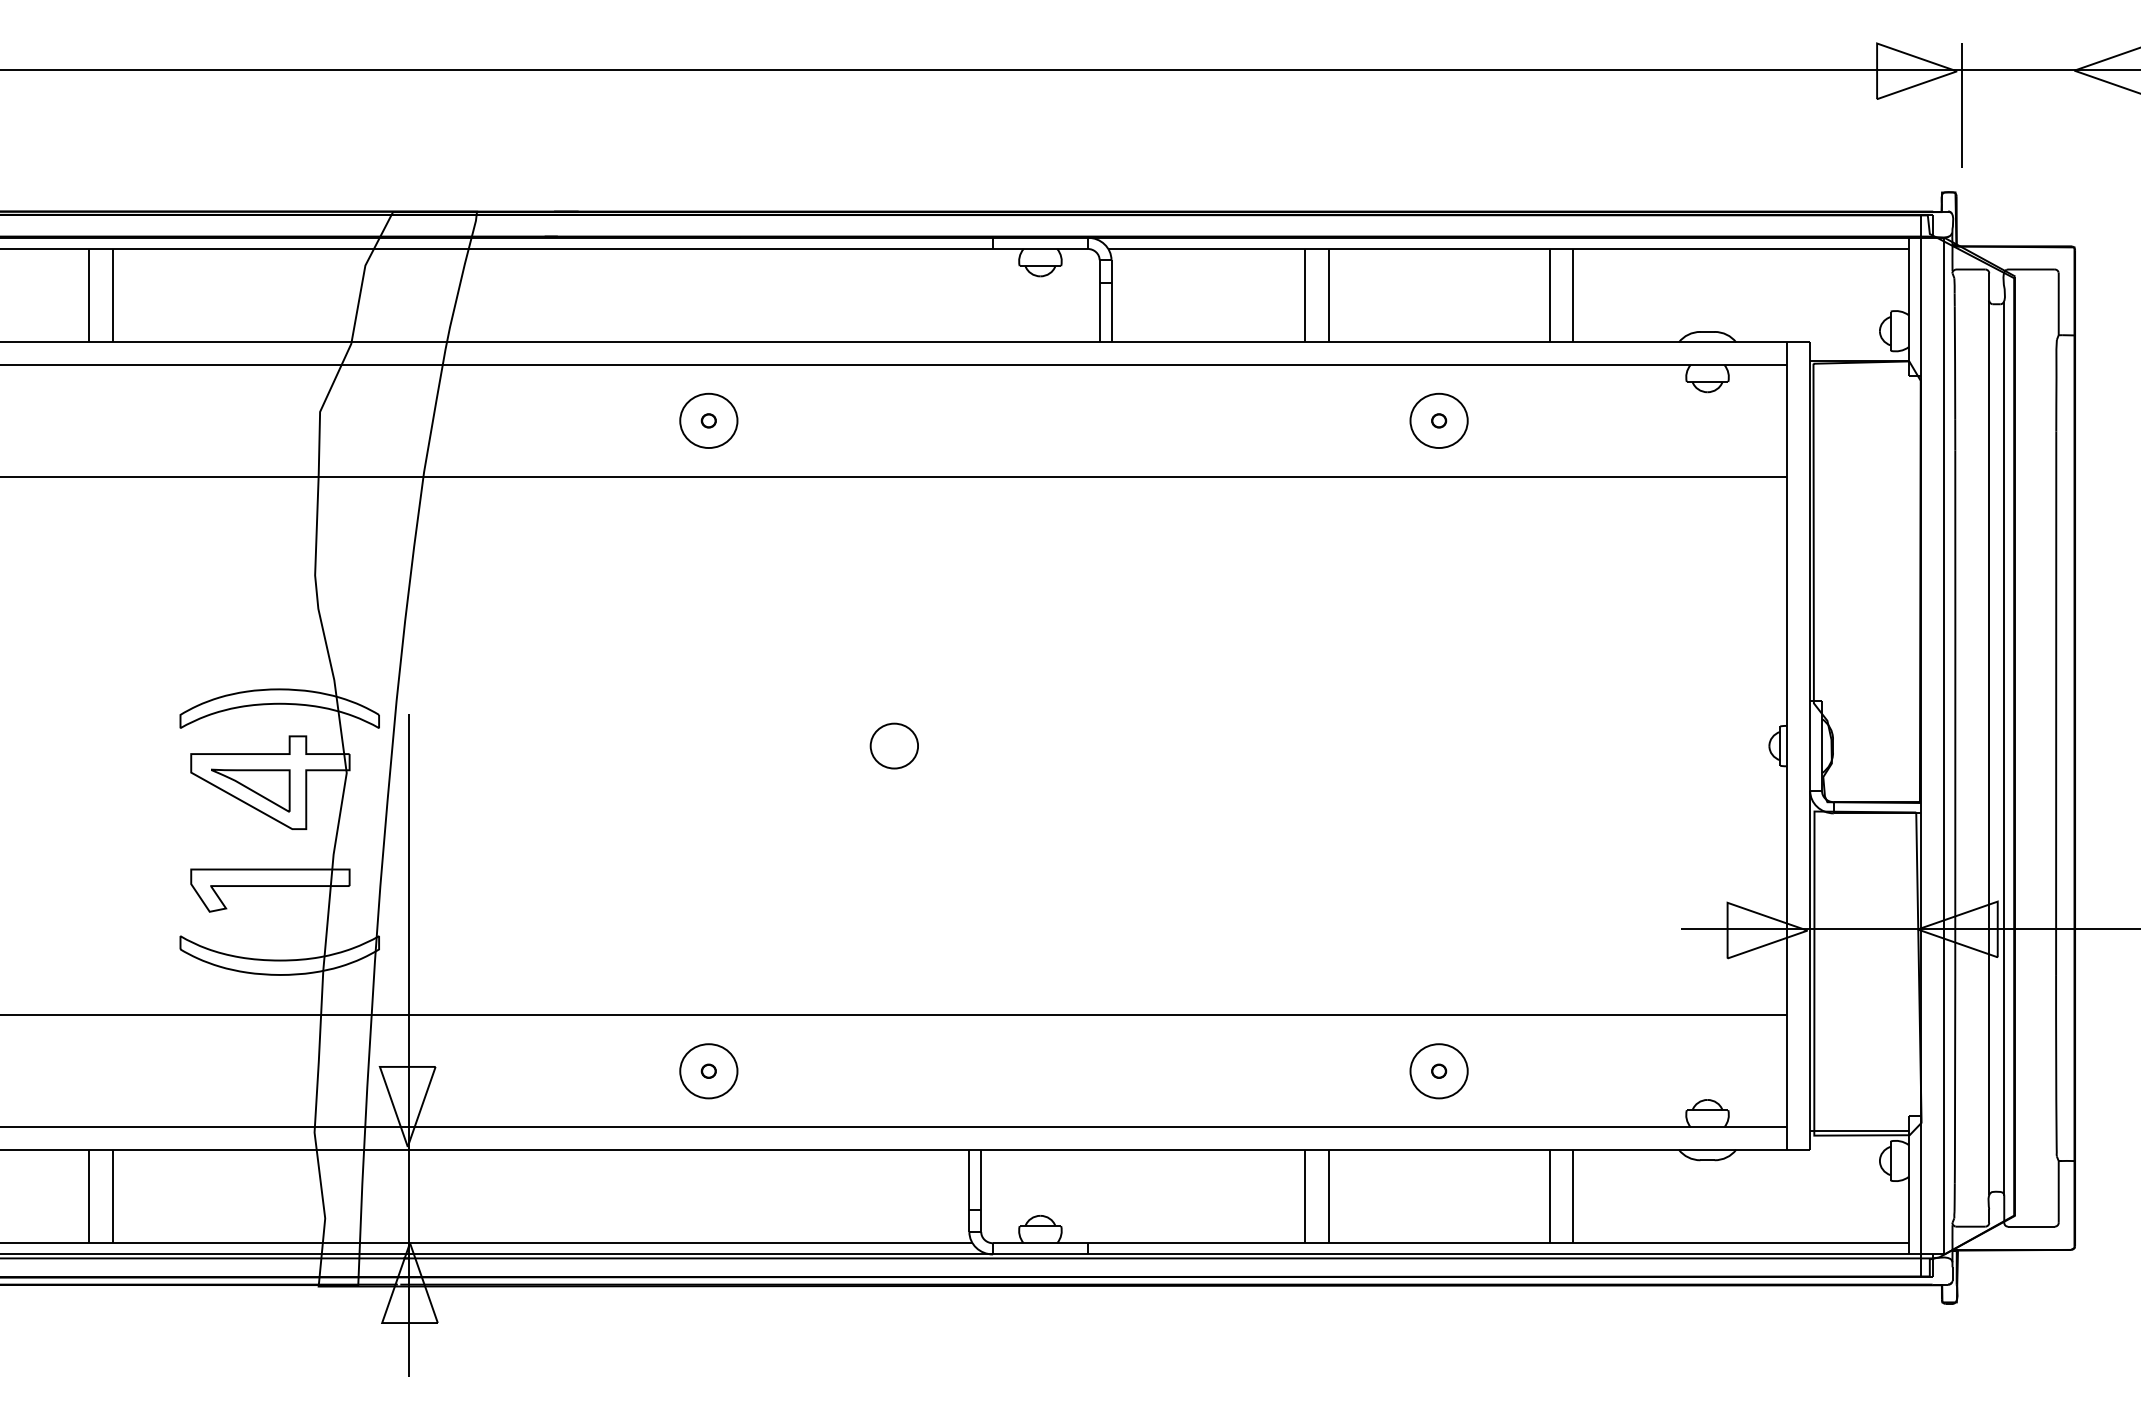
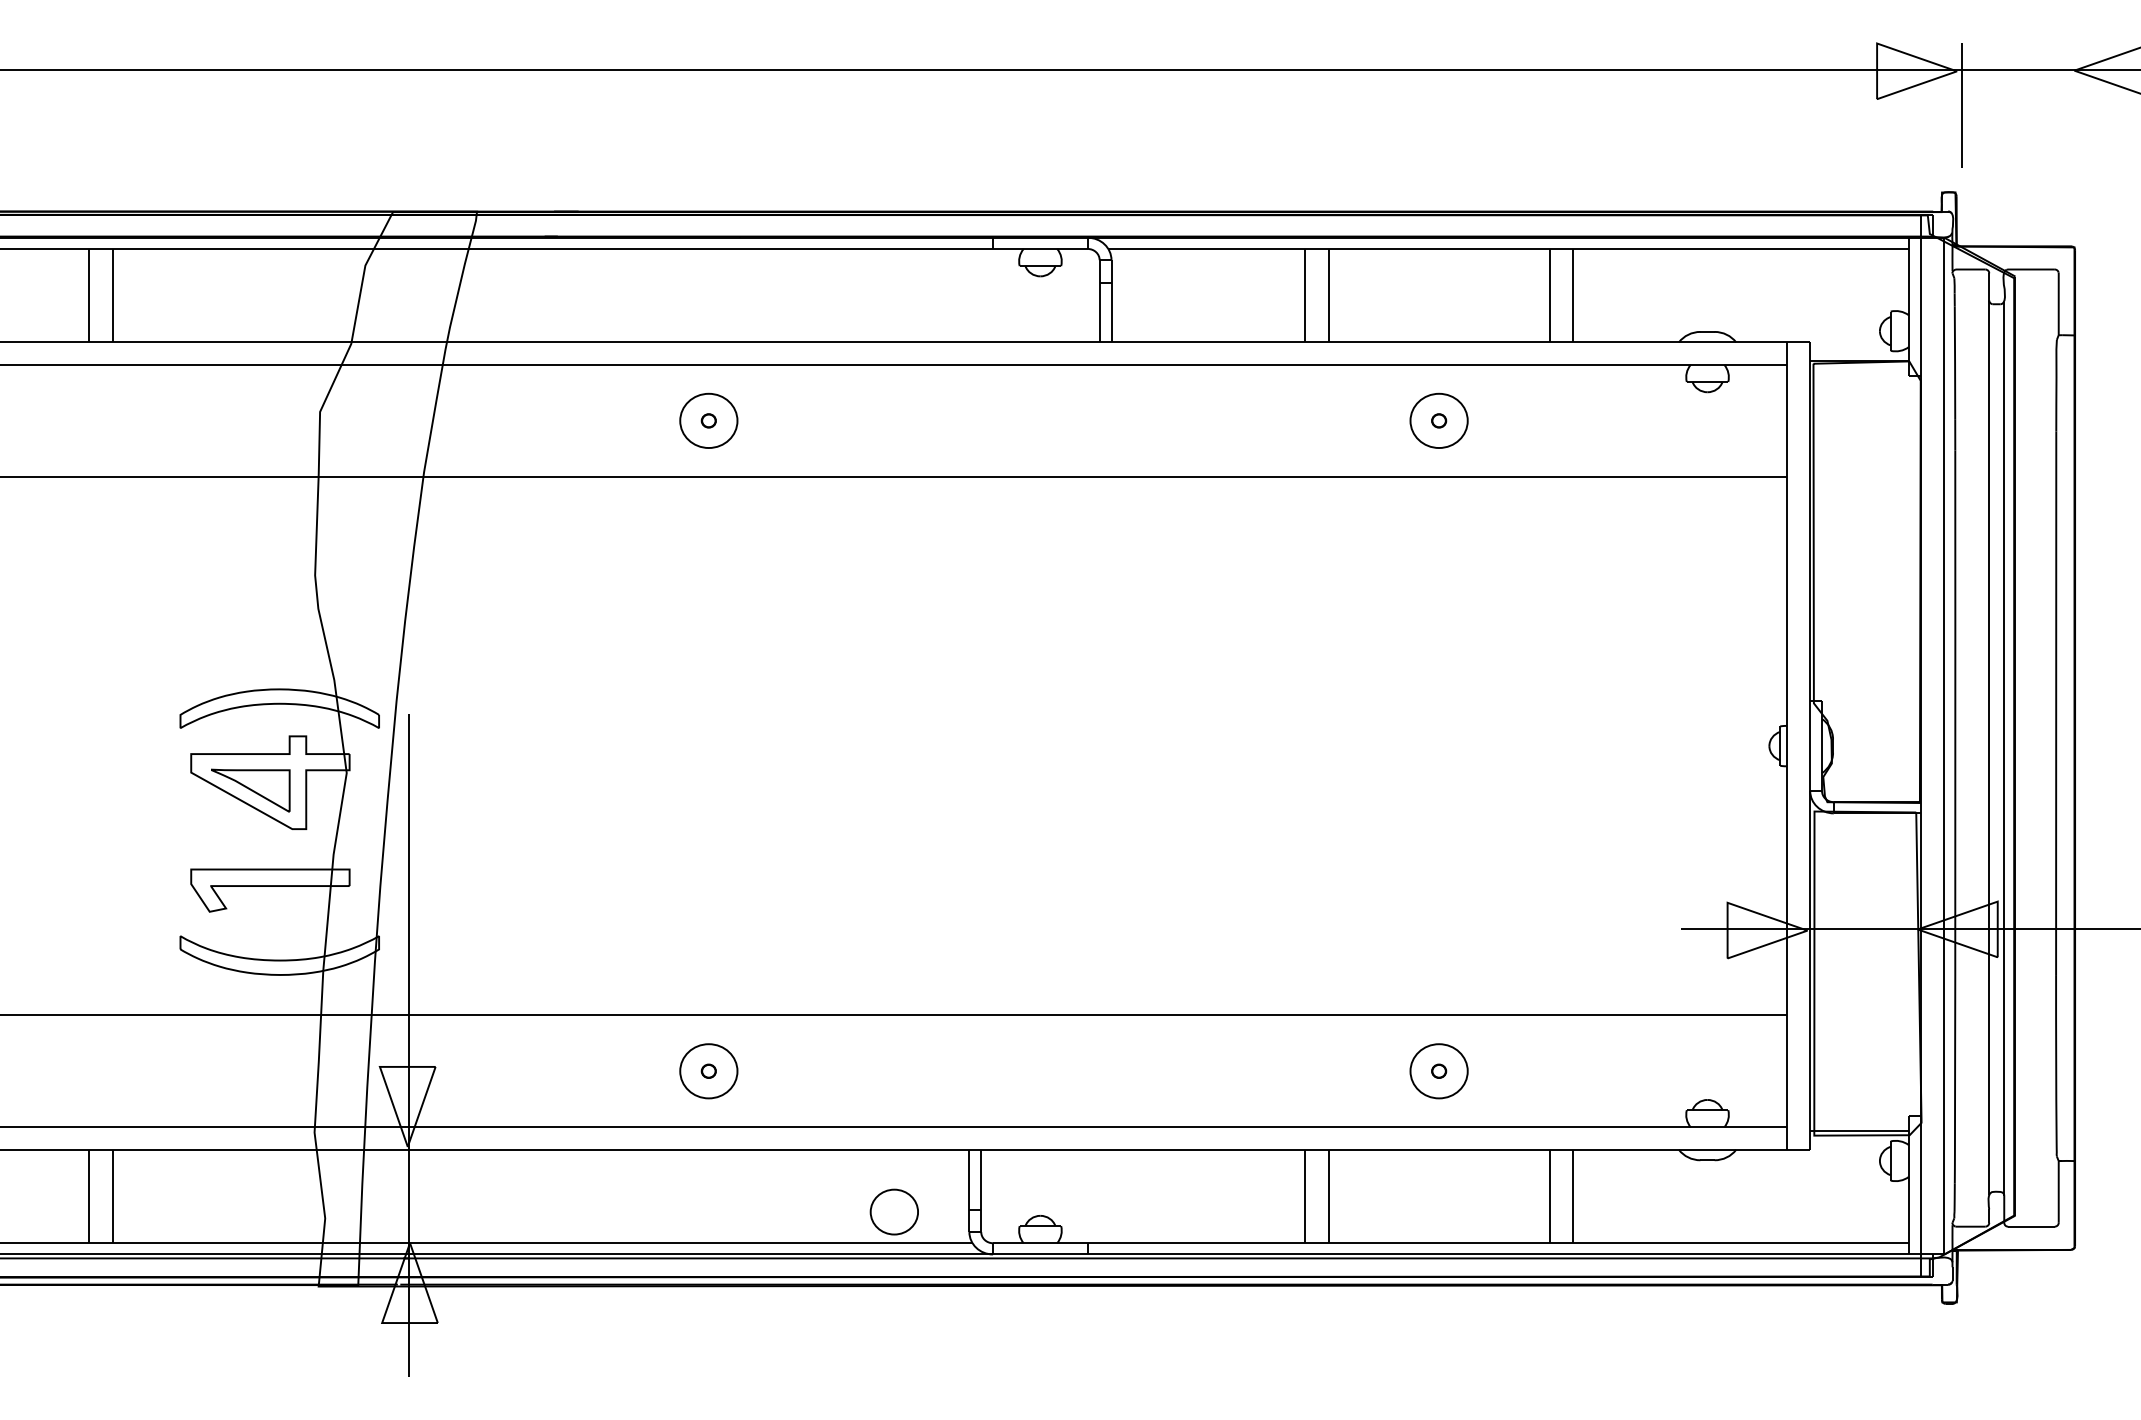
part at (893, 745) position: (893, 745) -> (893, 1211)
